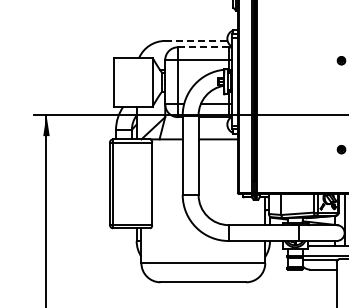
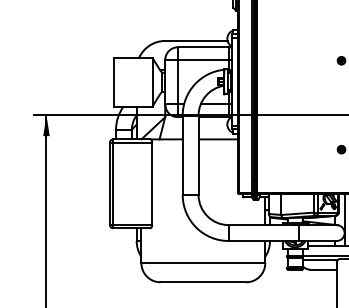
line at (196, 40): dashed -> solid
line at (203, 47): dashed -> solid
